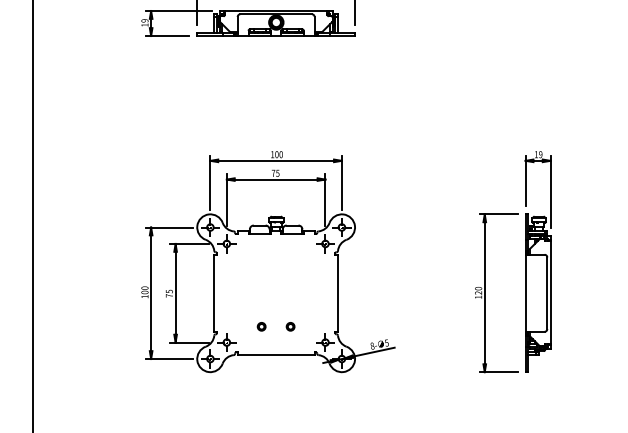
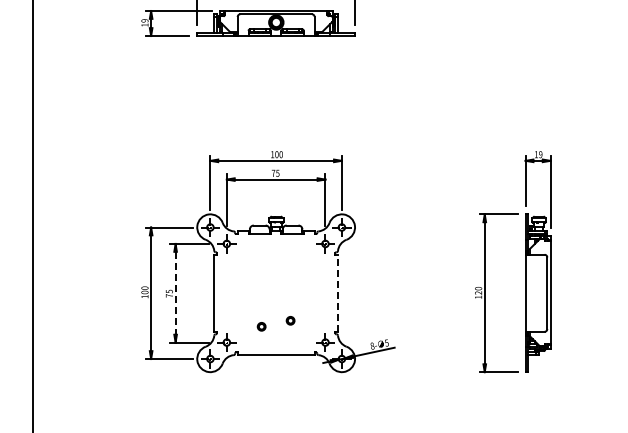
line at (337, 292): solid -> dashed
line at (175, 293): solid -> dashed
part at (290, 326) position: (290, 326) -> (290, 320)
